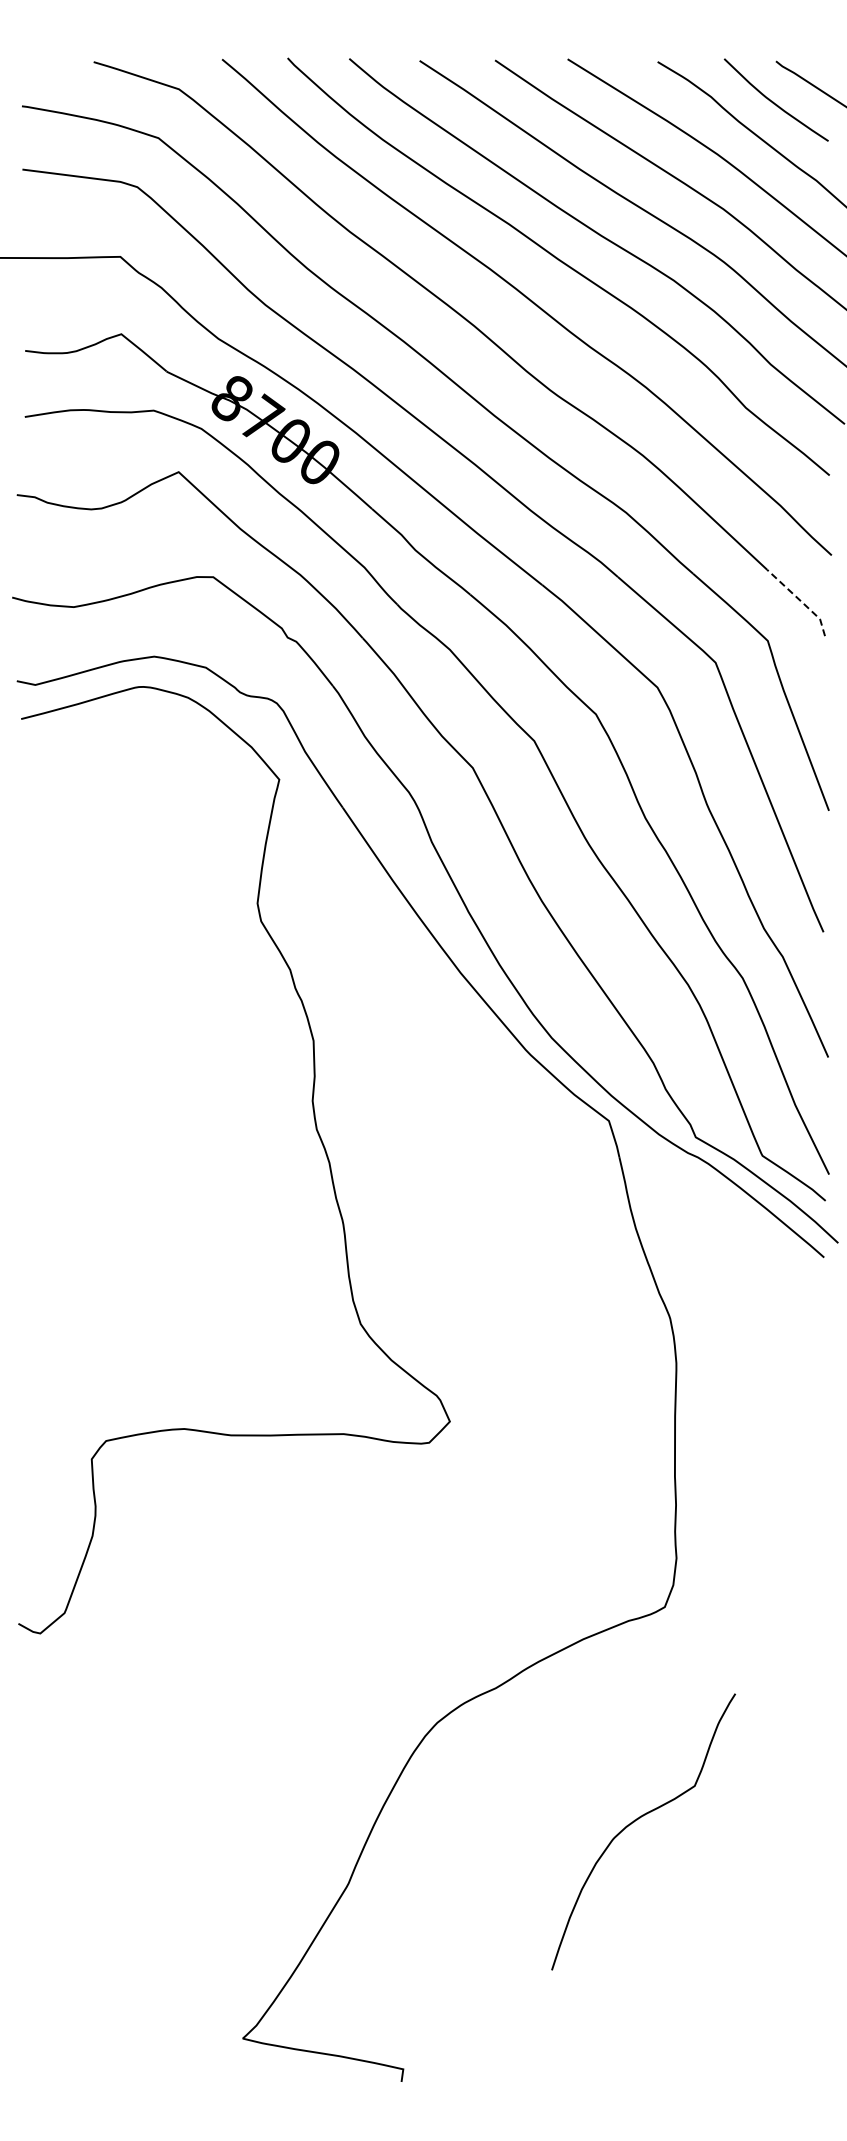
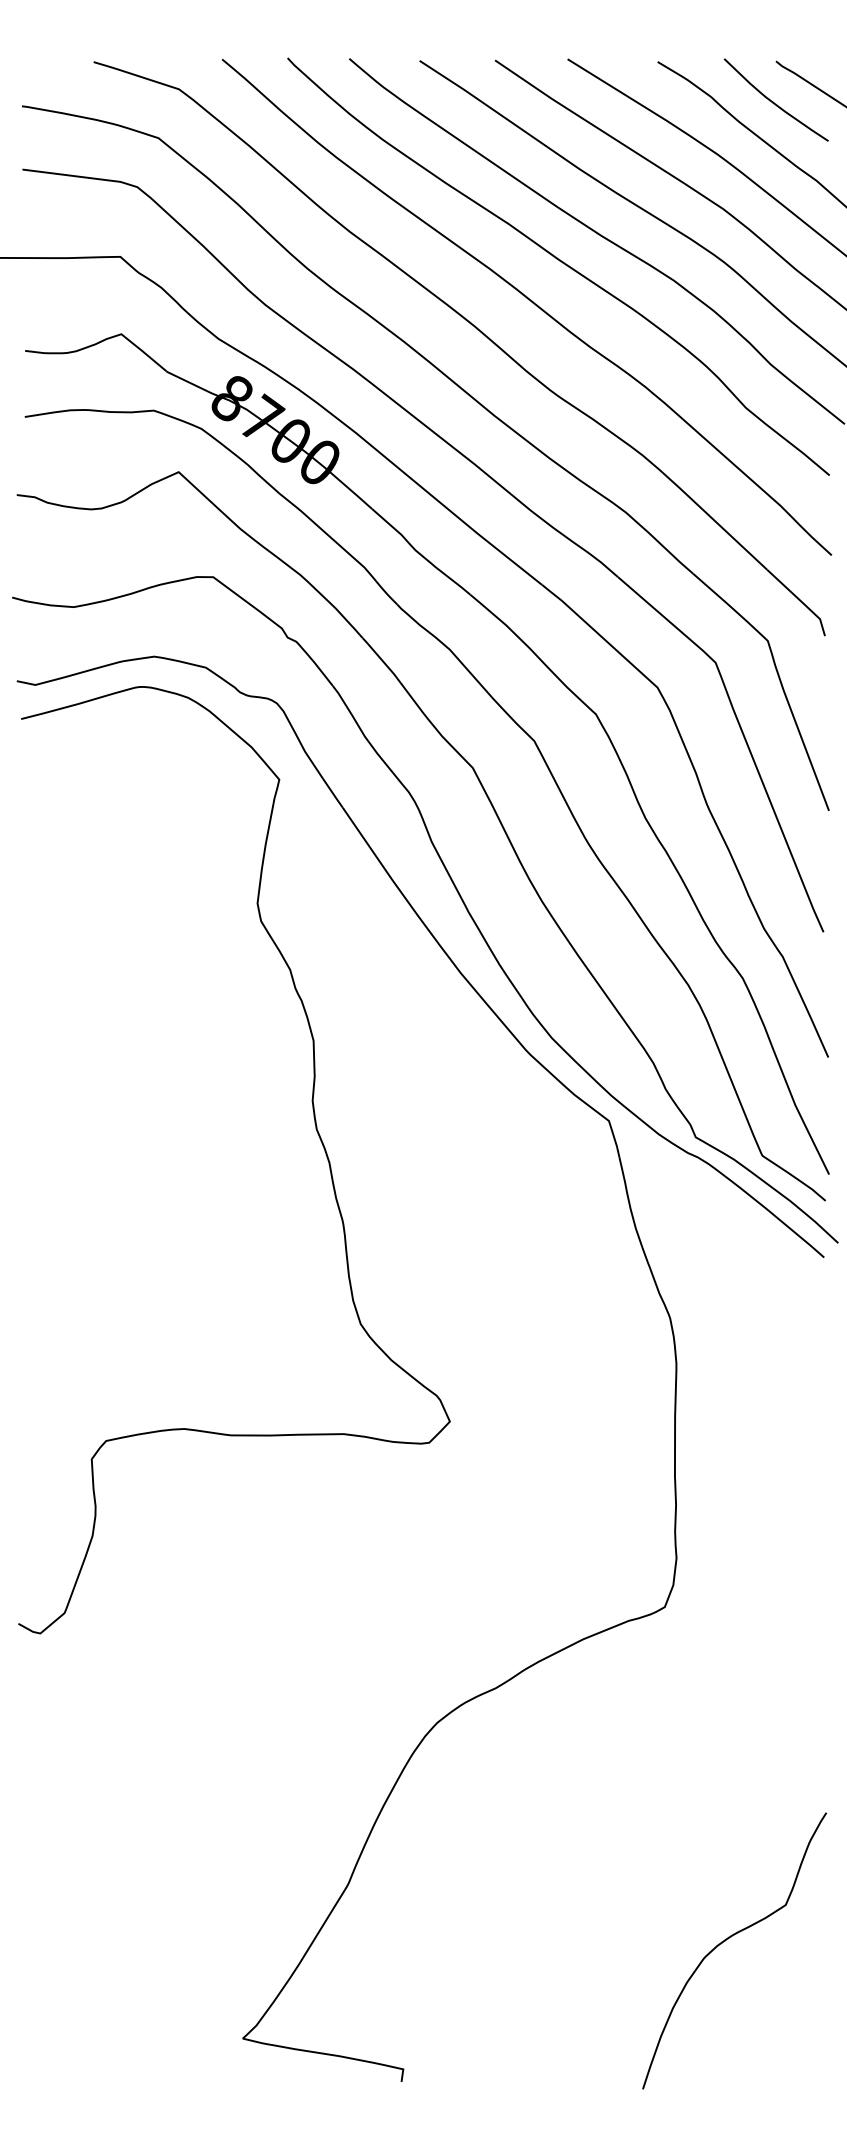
line at (801, 601): dashed -> solid
curve at (637, 1820) position: (637, 1820) -> (728, 1939)
